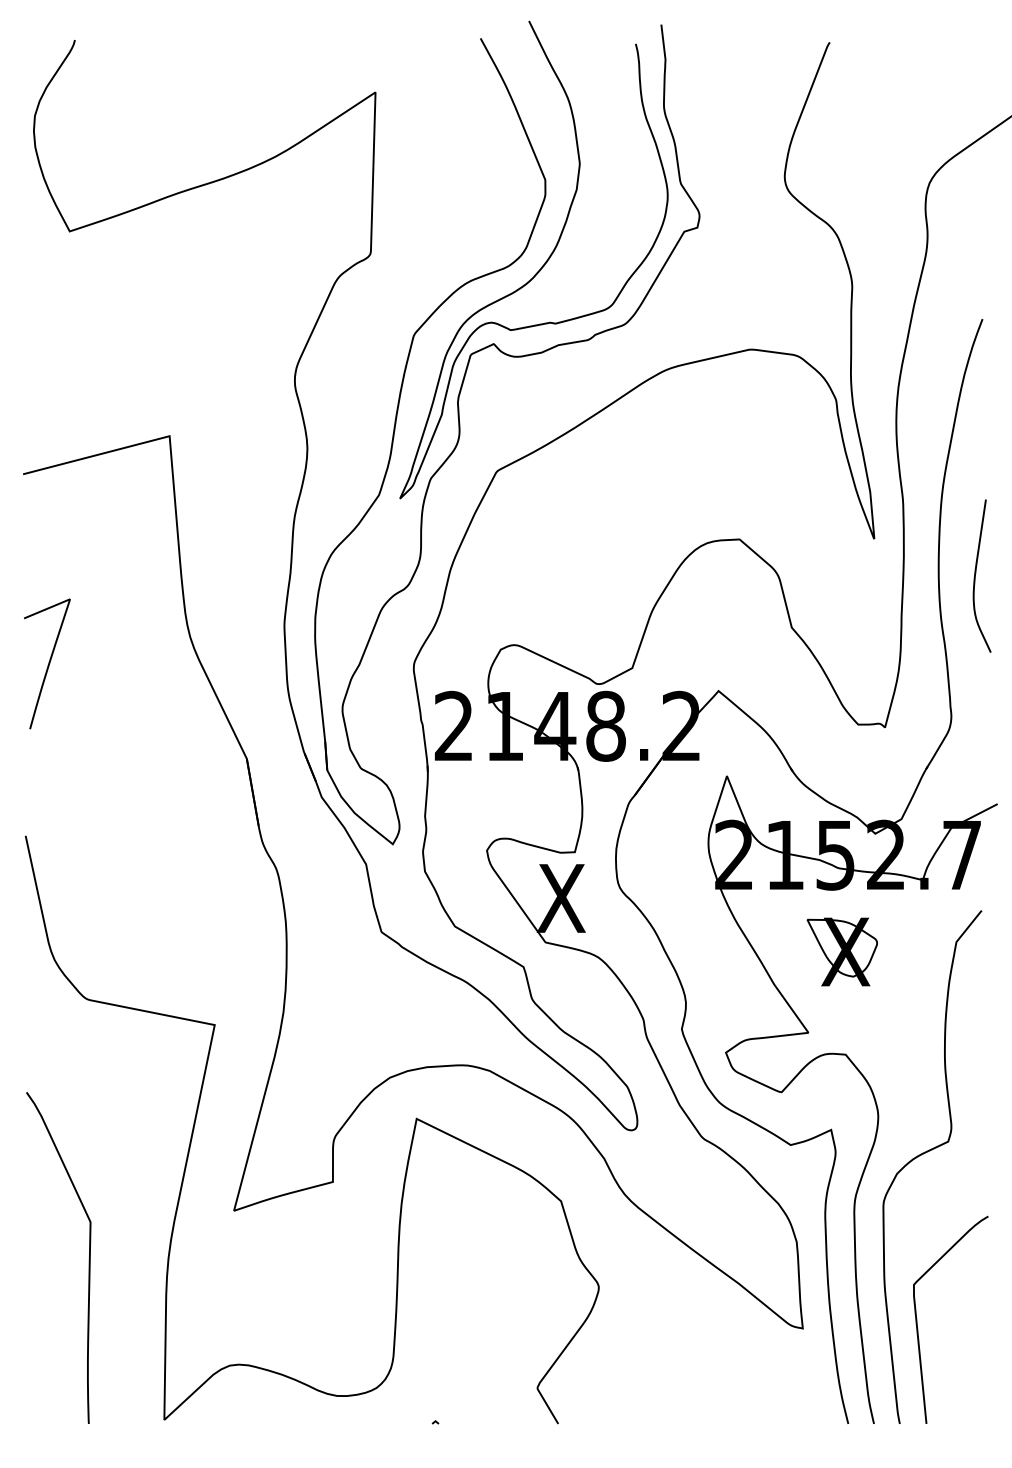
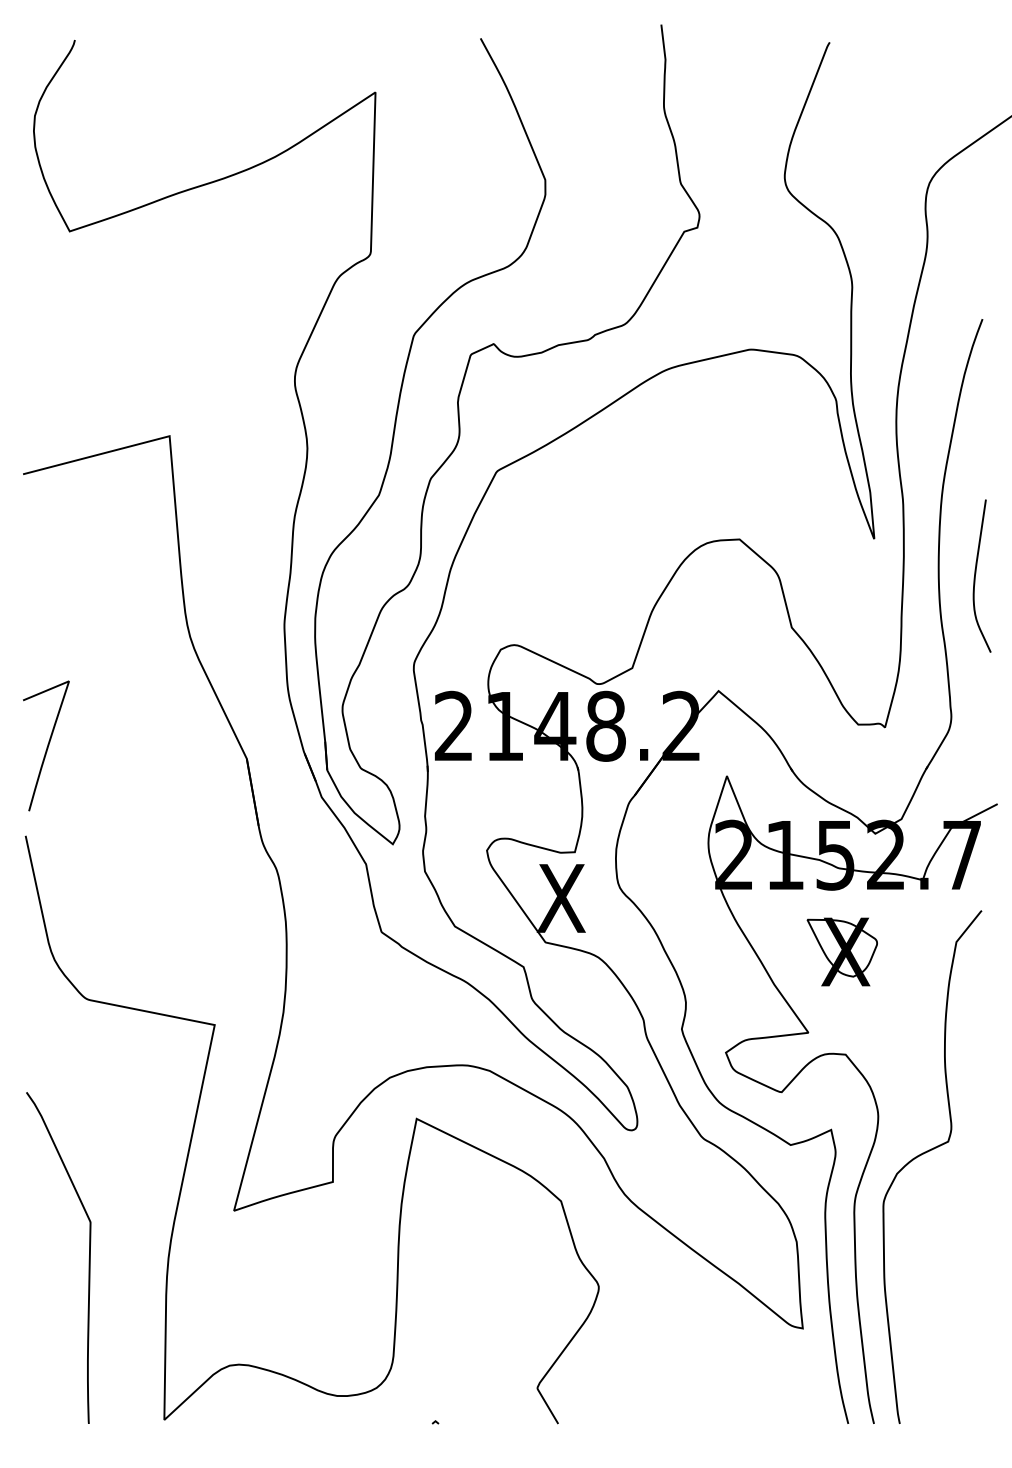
curve at (541, 266): present -> none
curve at (48, 663) position: (48, 663) -> (47, 745)
curve at (917, 1319): present -> none
